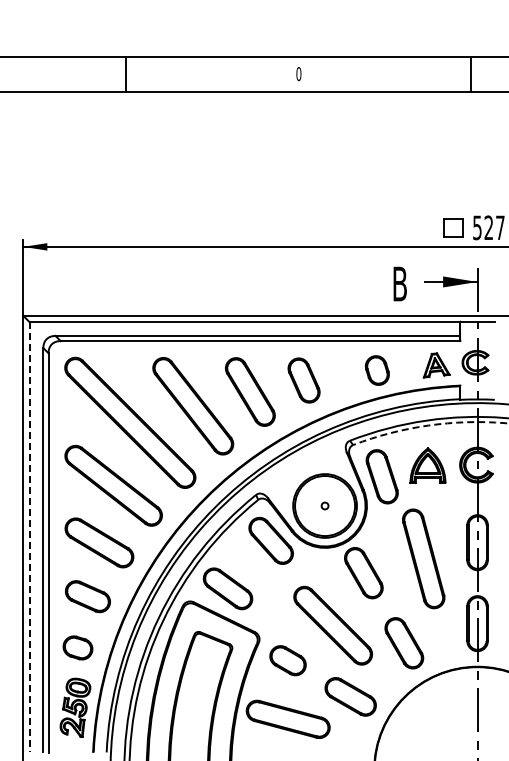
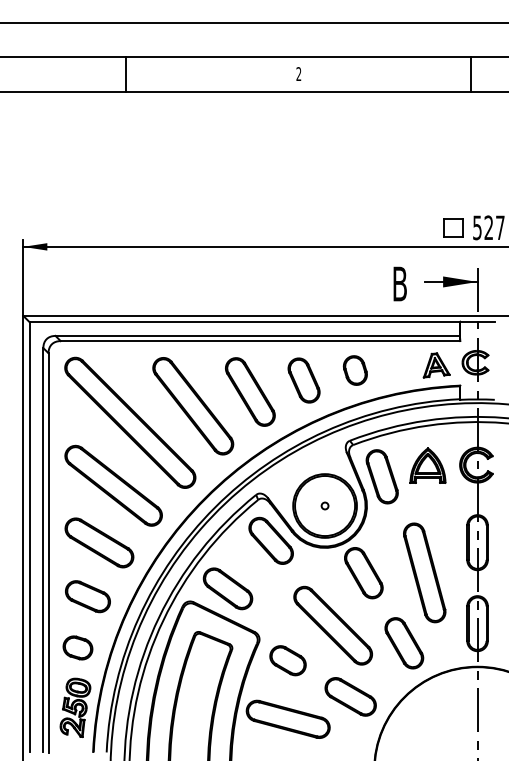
line at (253, 22): none -> present
text at (298, 74): 0 -> 2
part at (376, 370) position: (376, 370) -> (354, 370)
arc at (430, 425): dashed -> solid
line at (29, 537): dashed -> solid
part at (423, 558) position: (423, 558) -> (424, 572)
